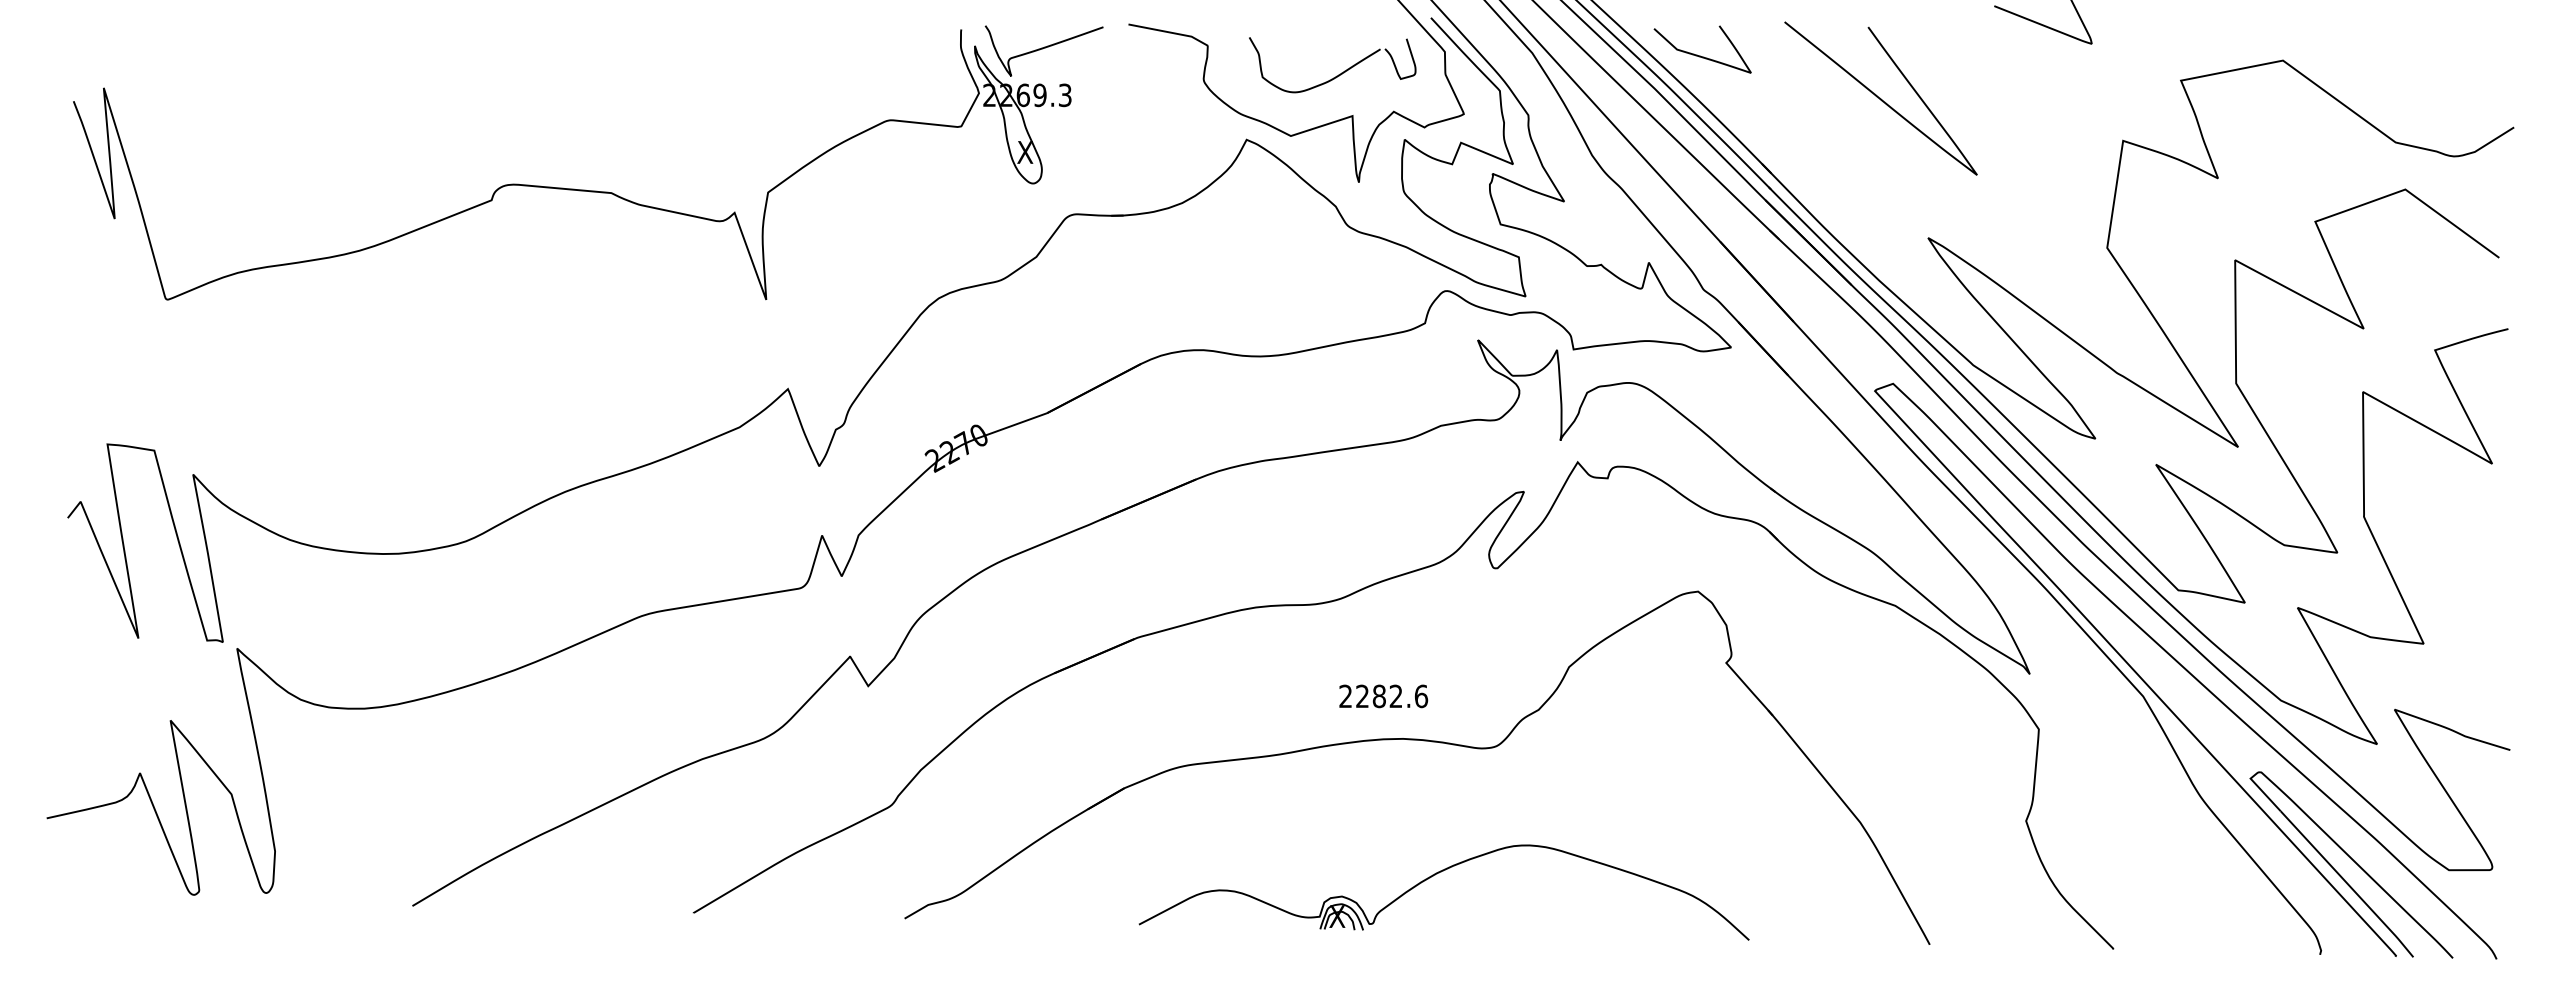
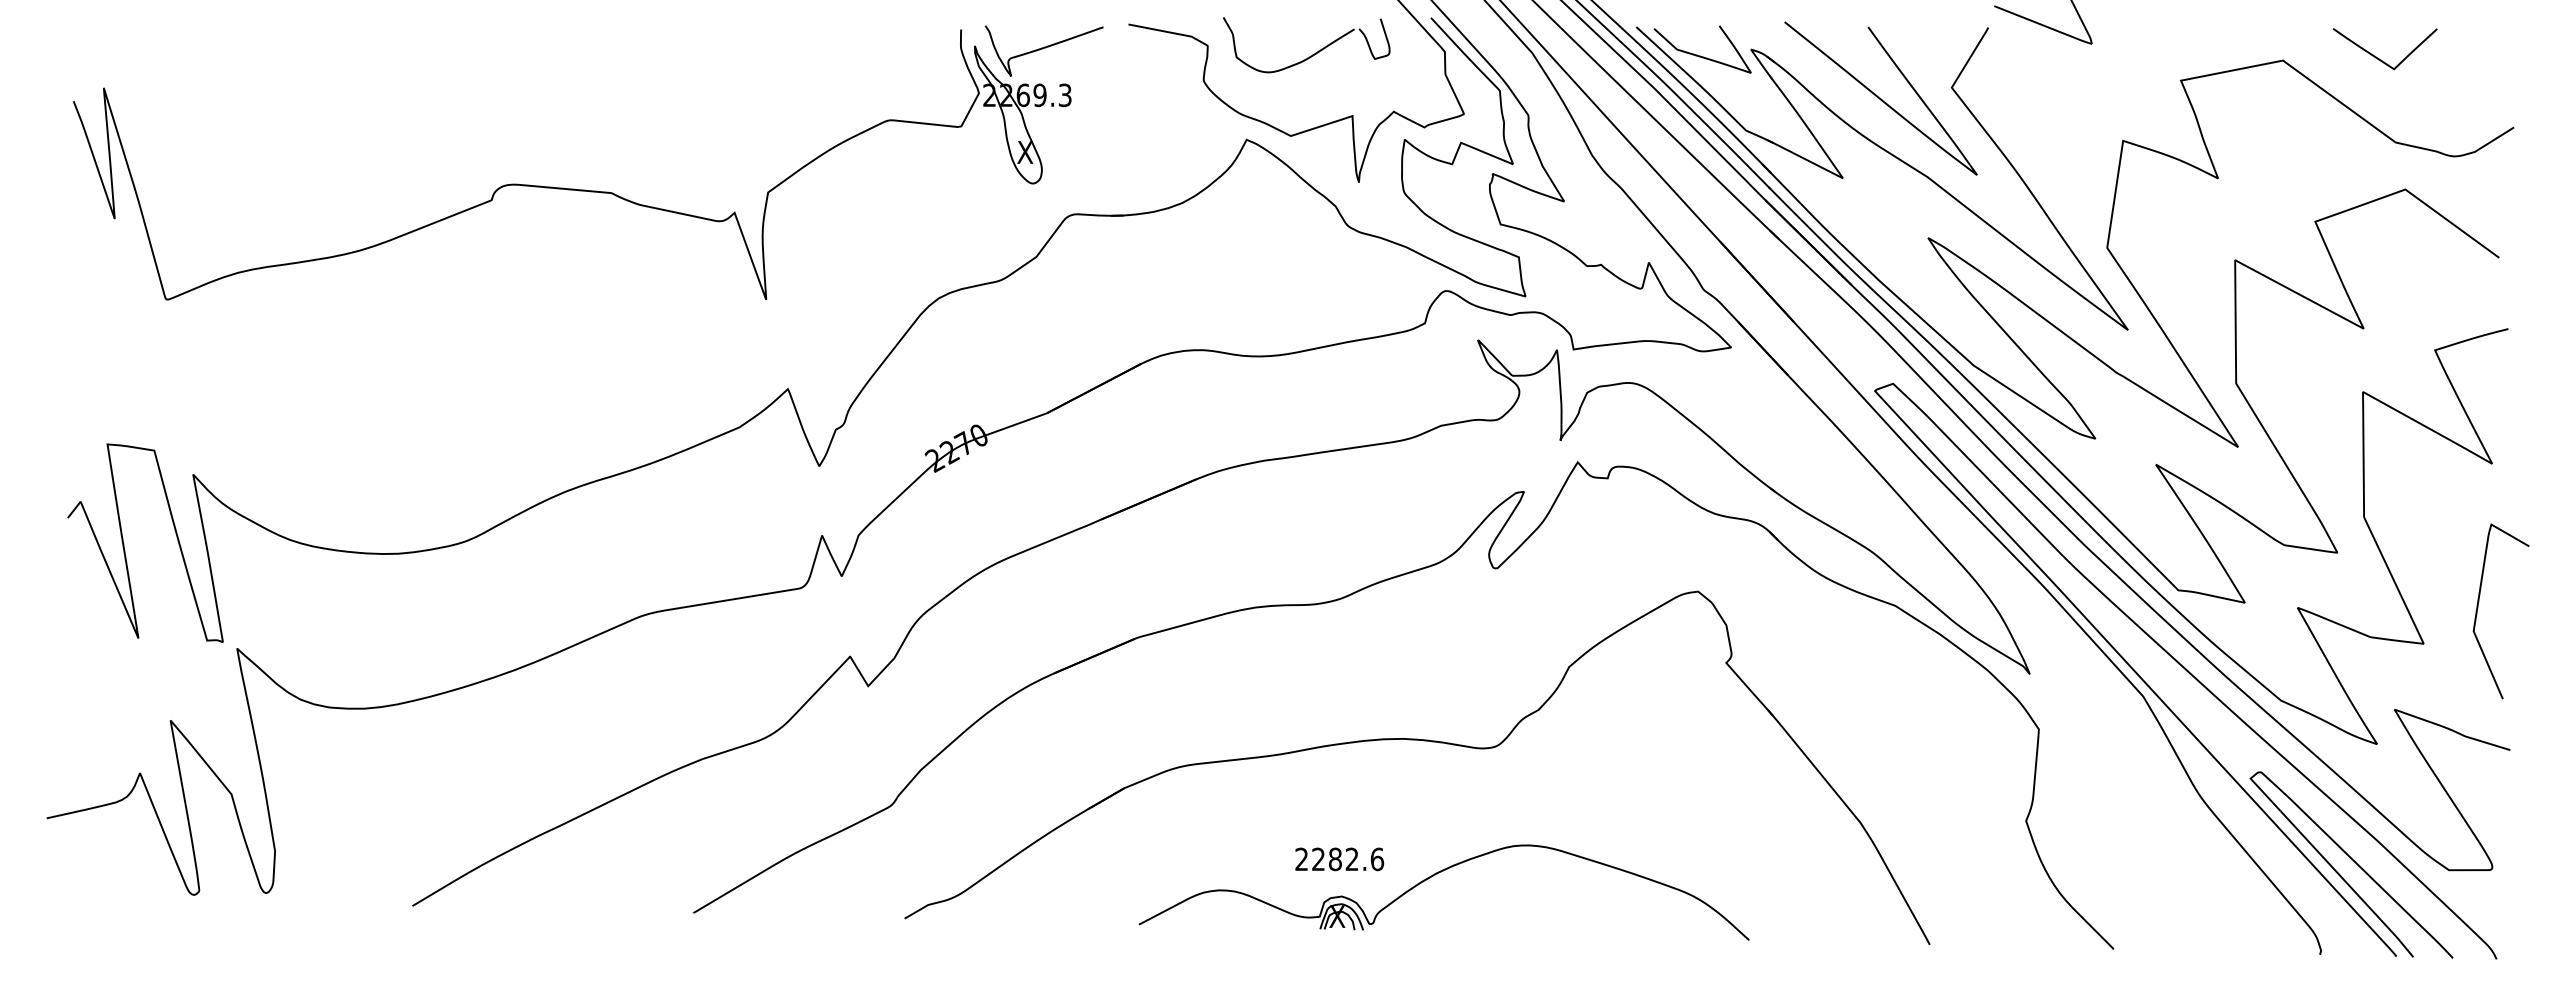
curve at (2379, 58): none -> present
part at (1336, 75) position: (1336, 75) -> (1310, 55)
part at (1892, 156): none -> present
curve at (2478, 608): none -> present
text at (1383, 696) position: (1383, 696) -> (1339, 859)
